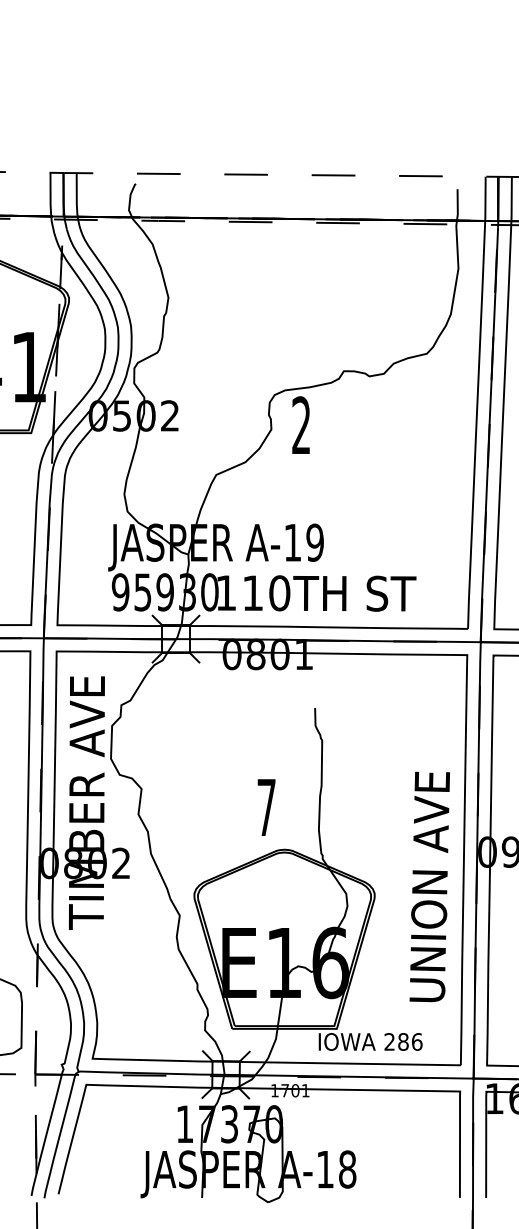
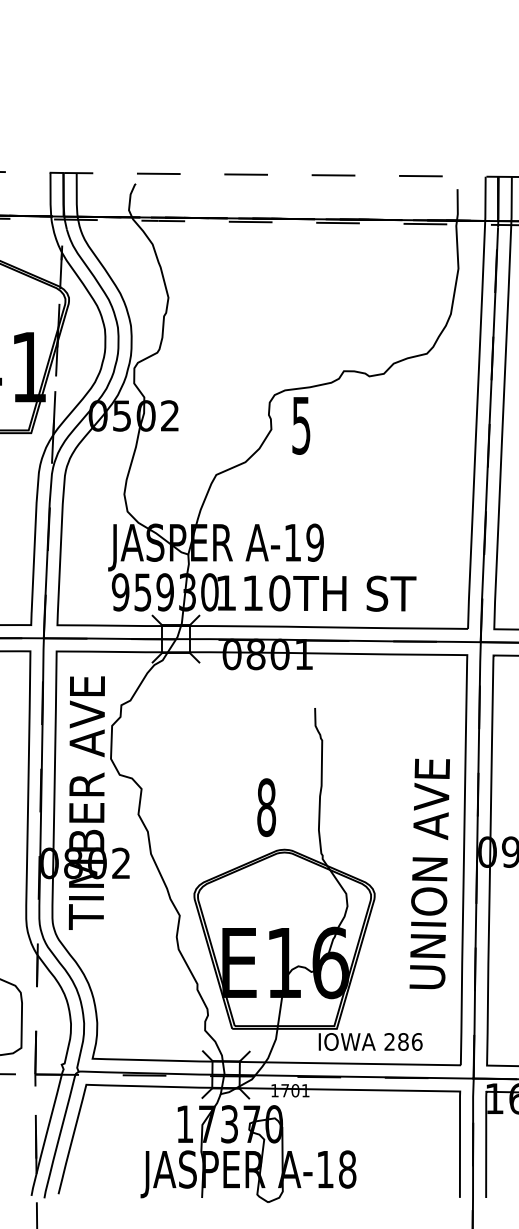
text at (301, 425): 2 -> 5
text at (266, 807): 7 -> 8
text at (429, 886) position: (429, 886) -> (429, 873)
